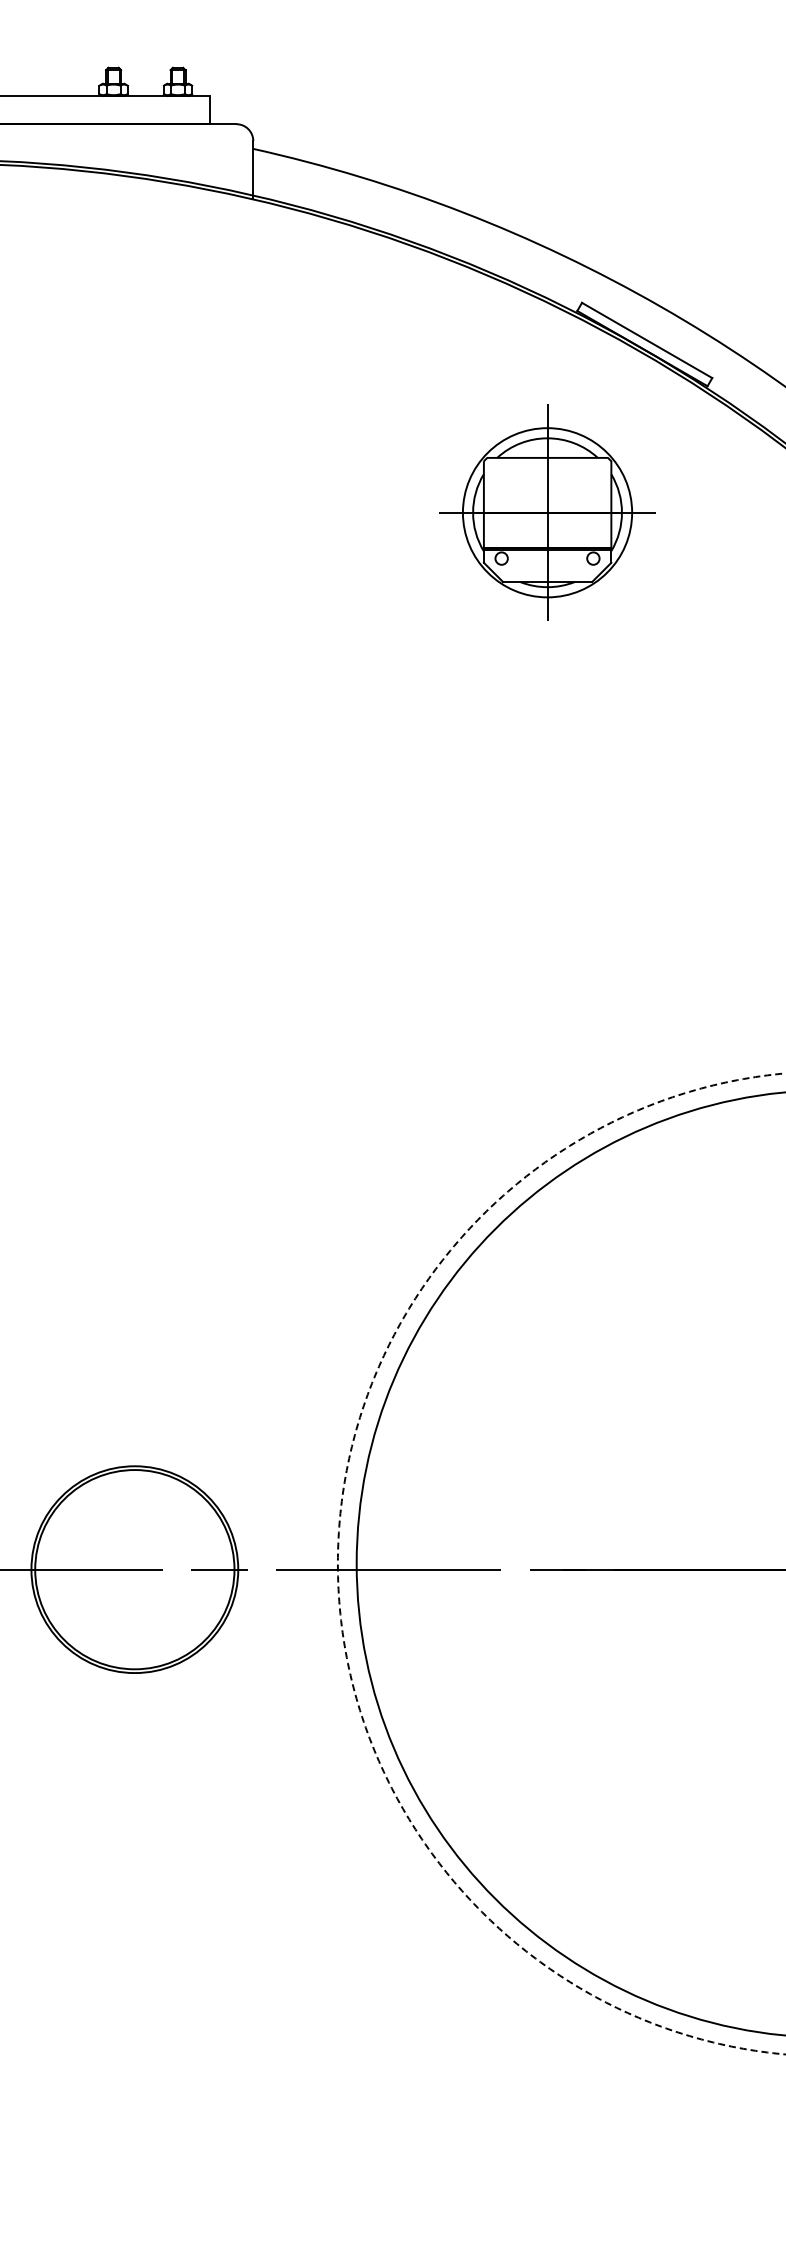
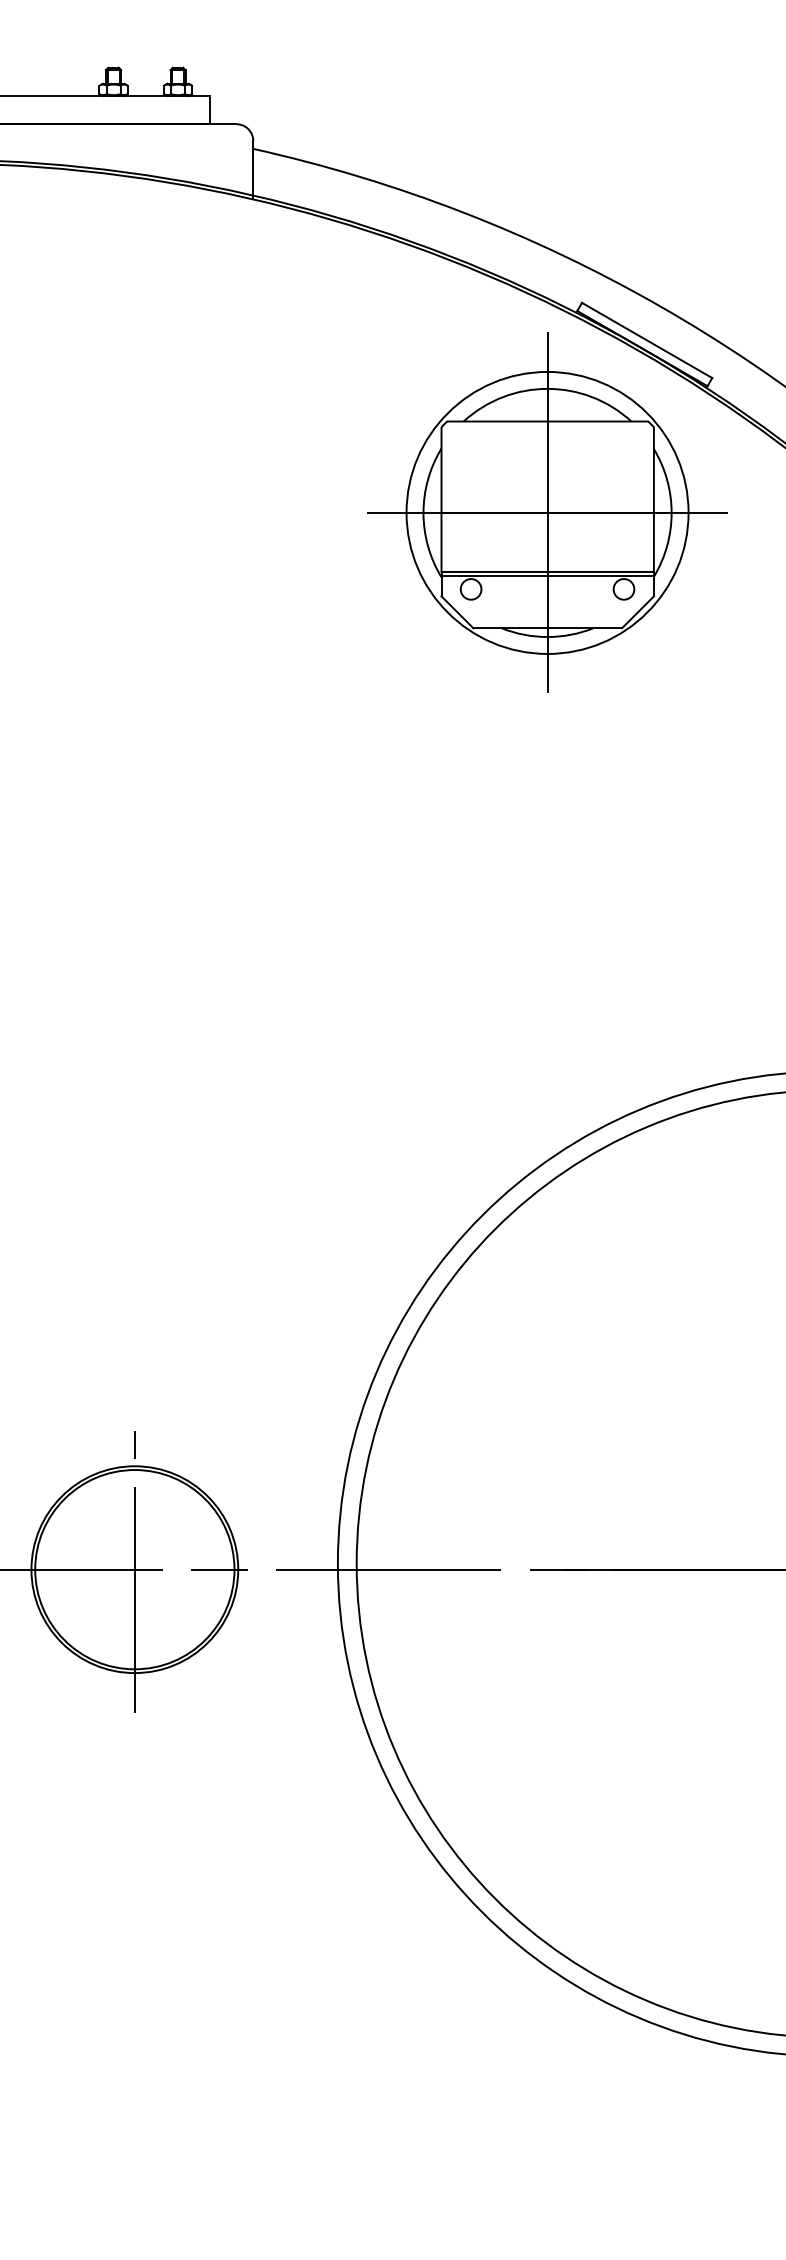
part at (547, 512) size: 217x217 px -> 361x361 px
circle at (561, 1563): dashed -> solid
line at (134, 1572): none -> present
